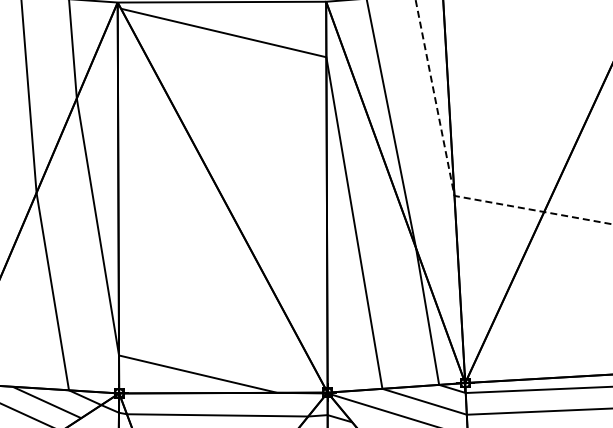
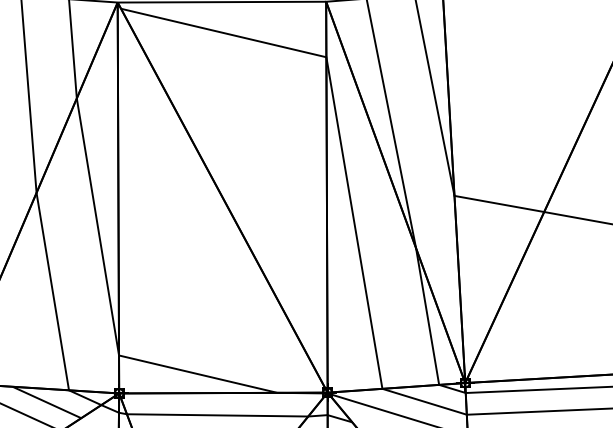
line at (450, 178): dashed -> solid
